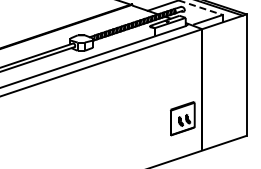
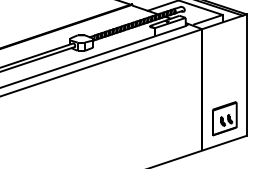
line at (201, 7): dashed -> solid
part at (182, 118) position: (182, 118) -> (224, 118)
